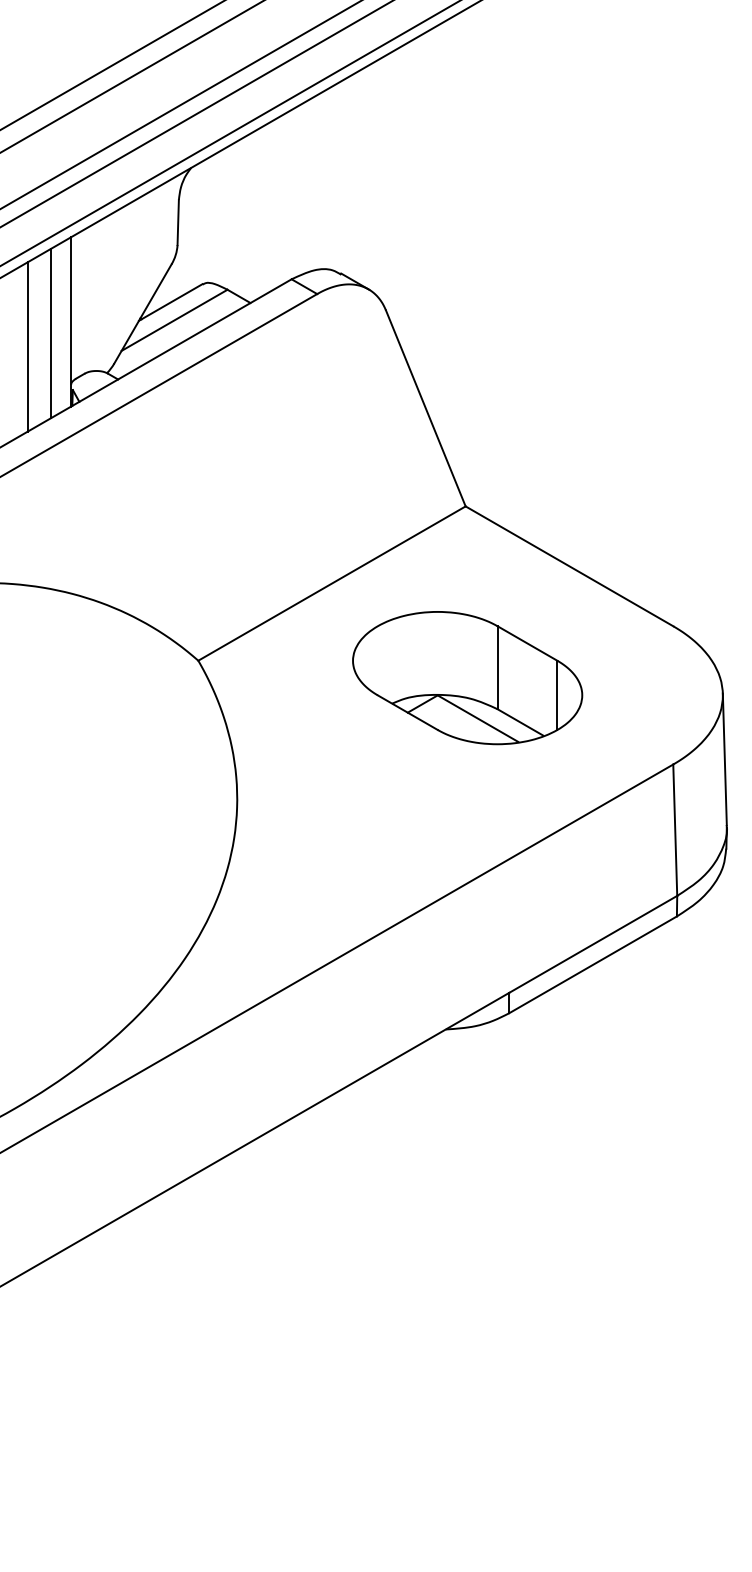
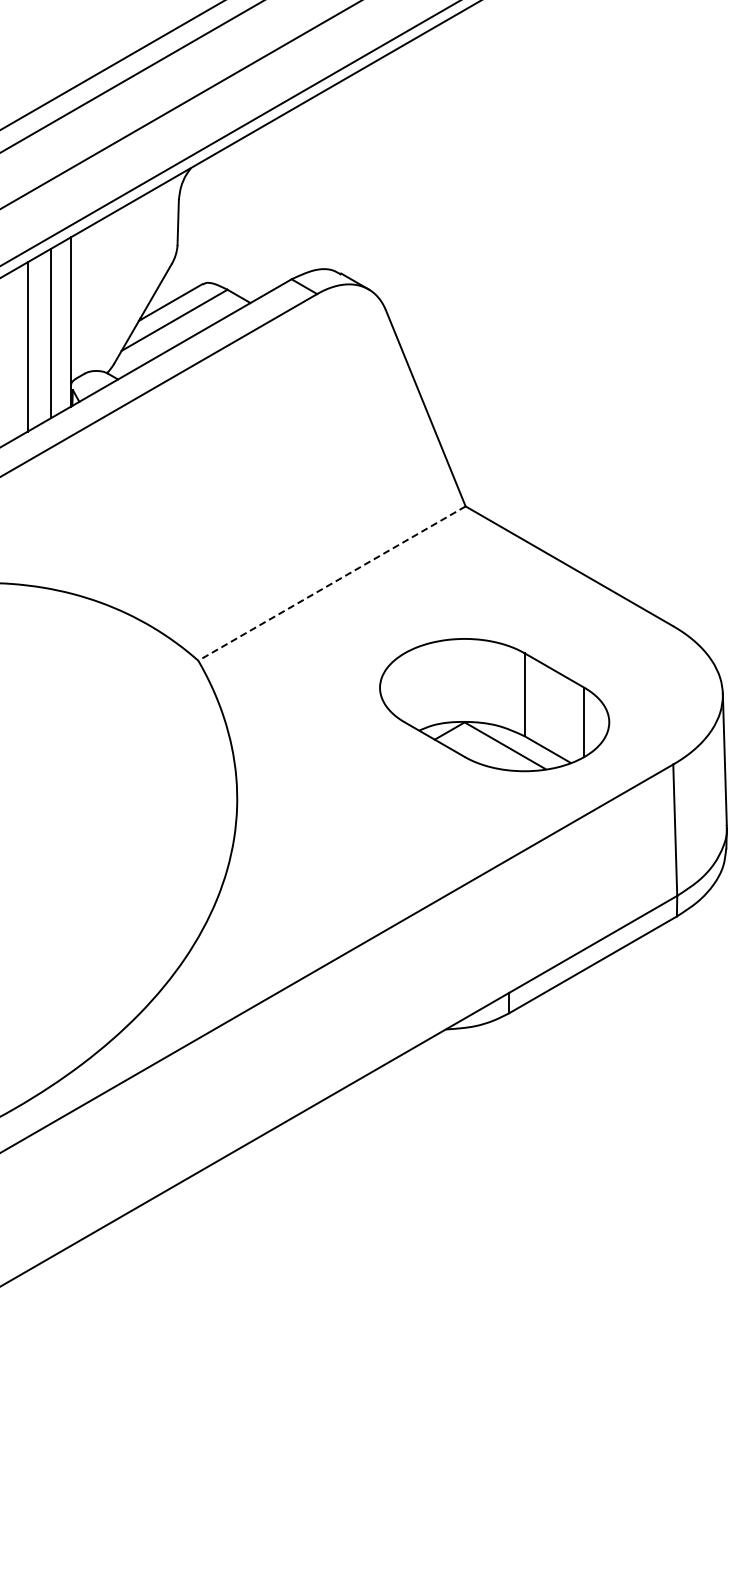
line at (196, 114): present -> none
line at (331, 583): solid -> dashed
part at (467, 678) position: (467, 678) -> (494, 705)
